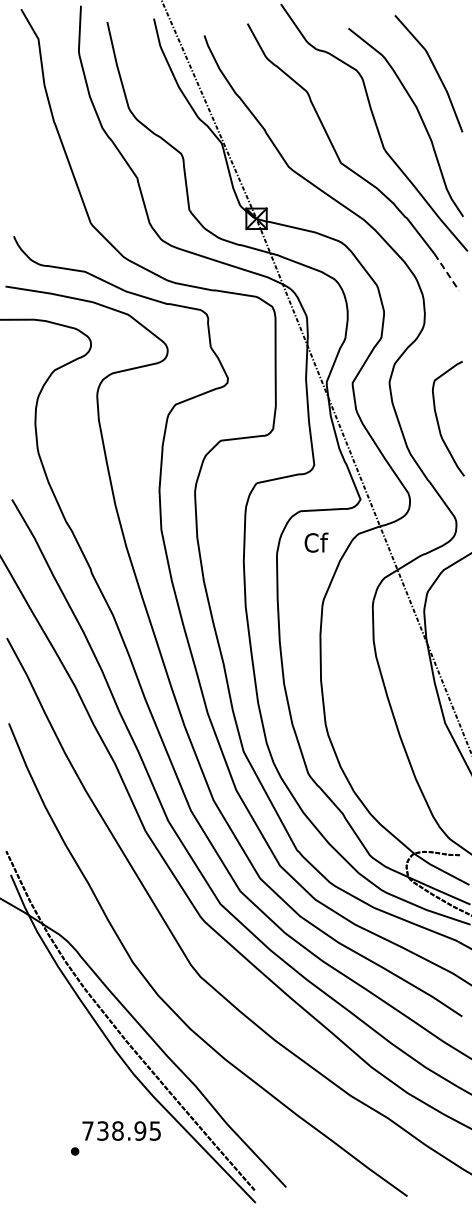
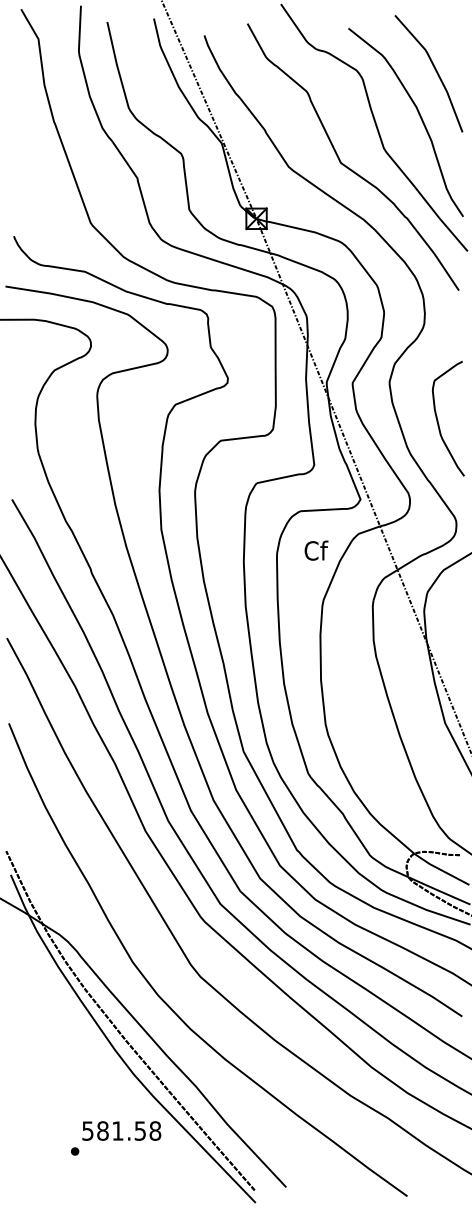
line at (447, 272): dashed -> solid
text at (316, 542) position: (316, 542) -> (316, 550)
text at (121, 1130): 738.95 -> 581.58
